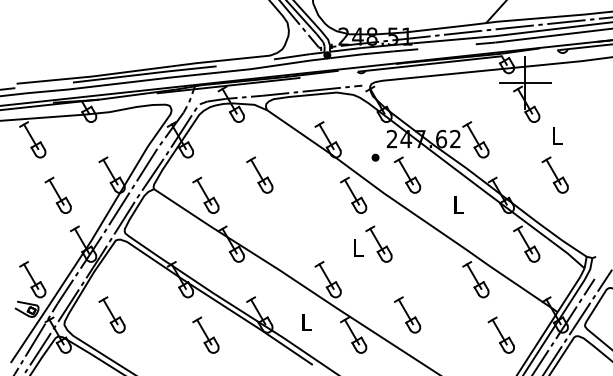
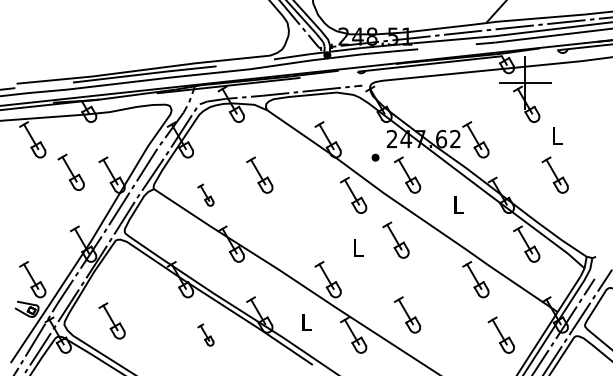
part at (57, 194) position: (57, 194) -> (70, 171)
part at (205, 194) size: 28x38 px -> 18x24 px
part at (378, 243) position: (378, 243) -> (395, 239)
part at (111, 314) position: (111, 314) -> (111, 320)
part at (205, 334) size: 28x38 px -> 18x24 px
